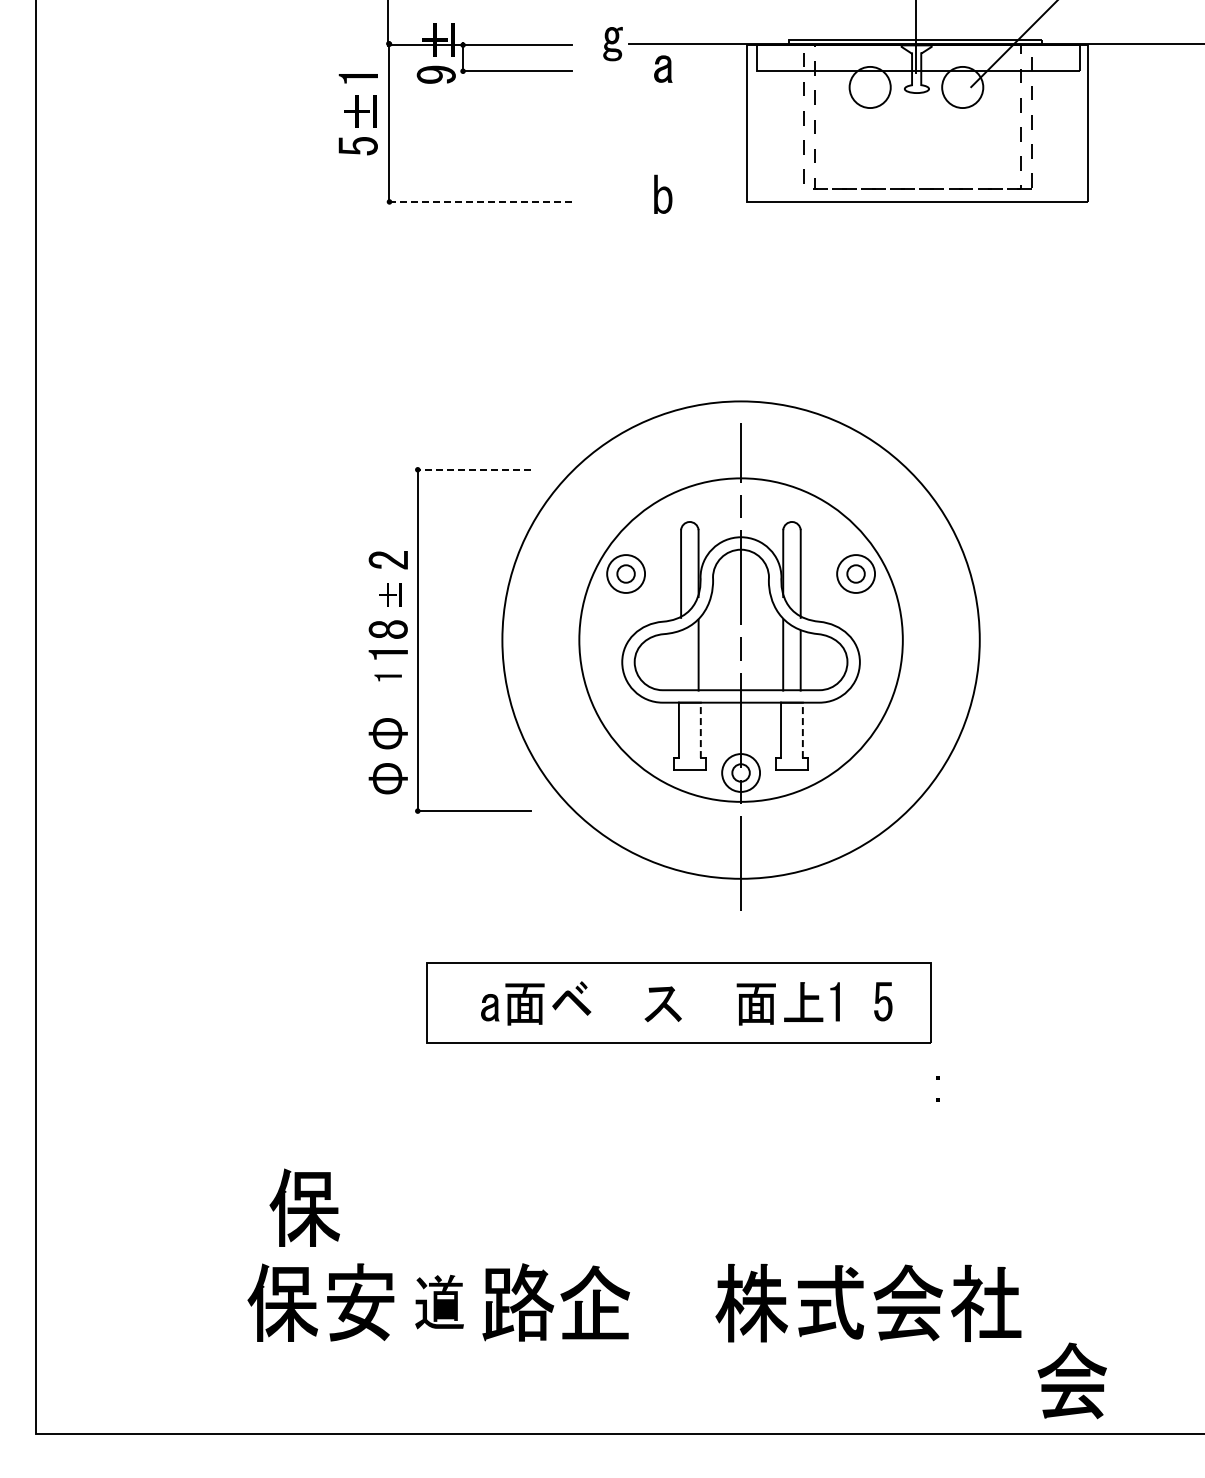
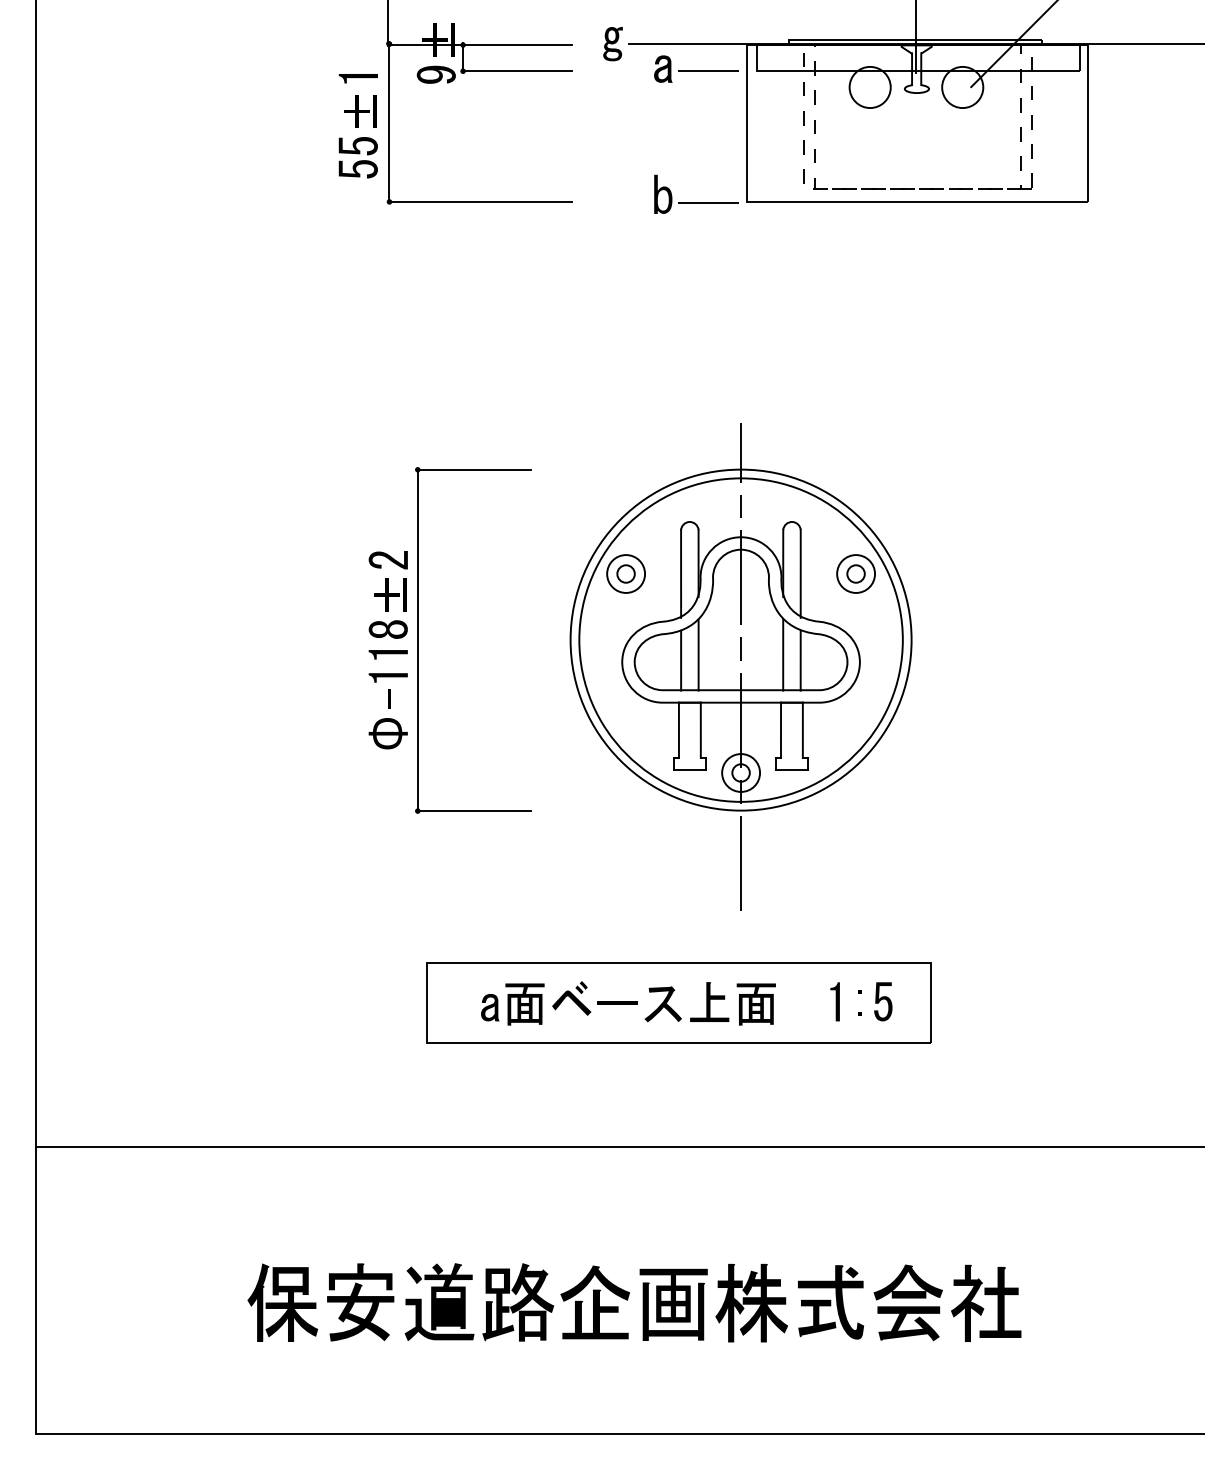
line at (708, 71): none -> present
fill at (357, 169): none -> present
line at (480, 202): dashed -> solid
line at (708, 202): none -> present
line at (473, 469): dashed -> solid
part at (390, 594) size: 23x24 px -> 33x34 px
circle at (740, 639) diameter: 477 px -> 341 px
line at (681, 660): none -> present
part at (387, 677) size: 28x8 px -> 40x10 px
fill at (389, 698): none -> present
line at (700, 730): dashed -> solid
line at (802, 730): dashed -> solid
part at (387, 778): present -> none
part at (803, 1001) position: (803, 1001) -> (709, 1001)
fill at (617, 1002): none -> present
part at (937, 1079) position: (937, 1079) -> (859, 993)
line at (618, 1147): none -> present
part at (304, 1207): present -> none
part at (439, 1301) size: 49x56 px -> 71x78 px
part at (673, 1304): none -> present
part at (1071, 1380): present -> none
